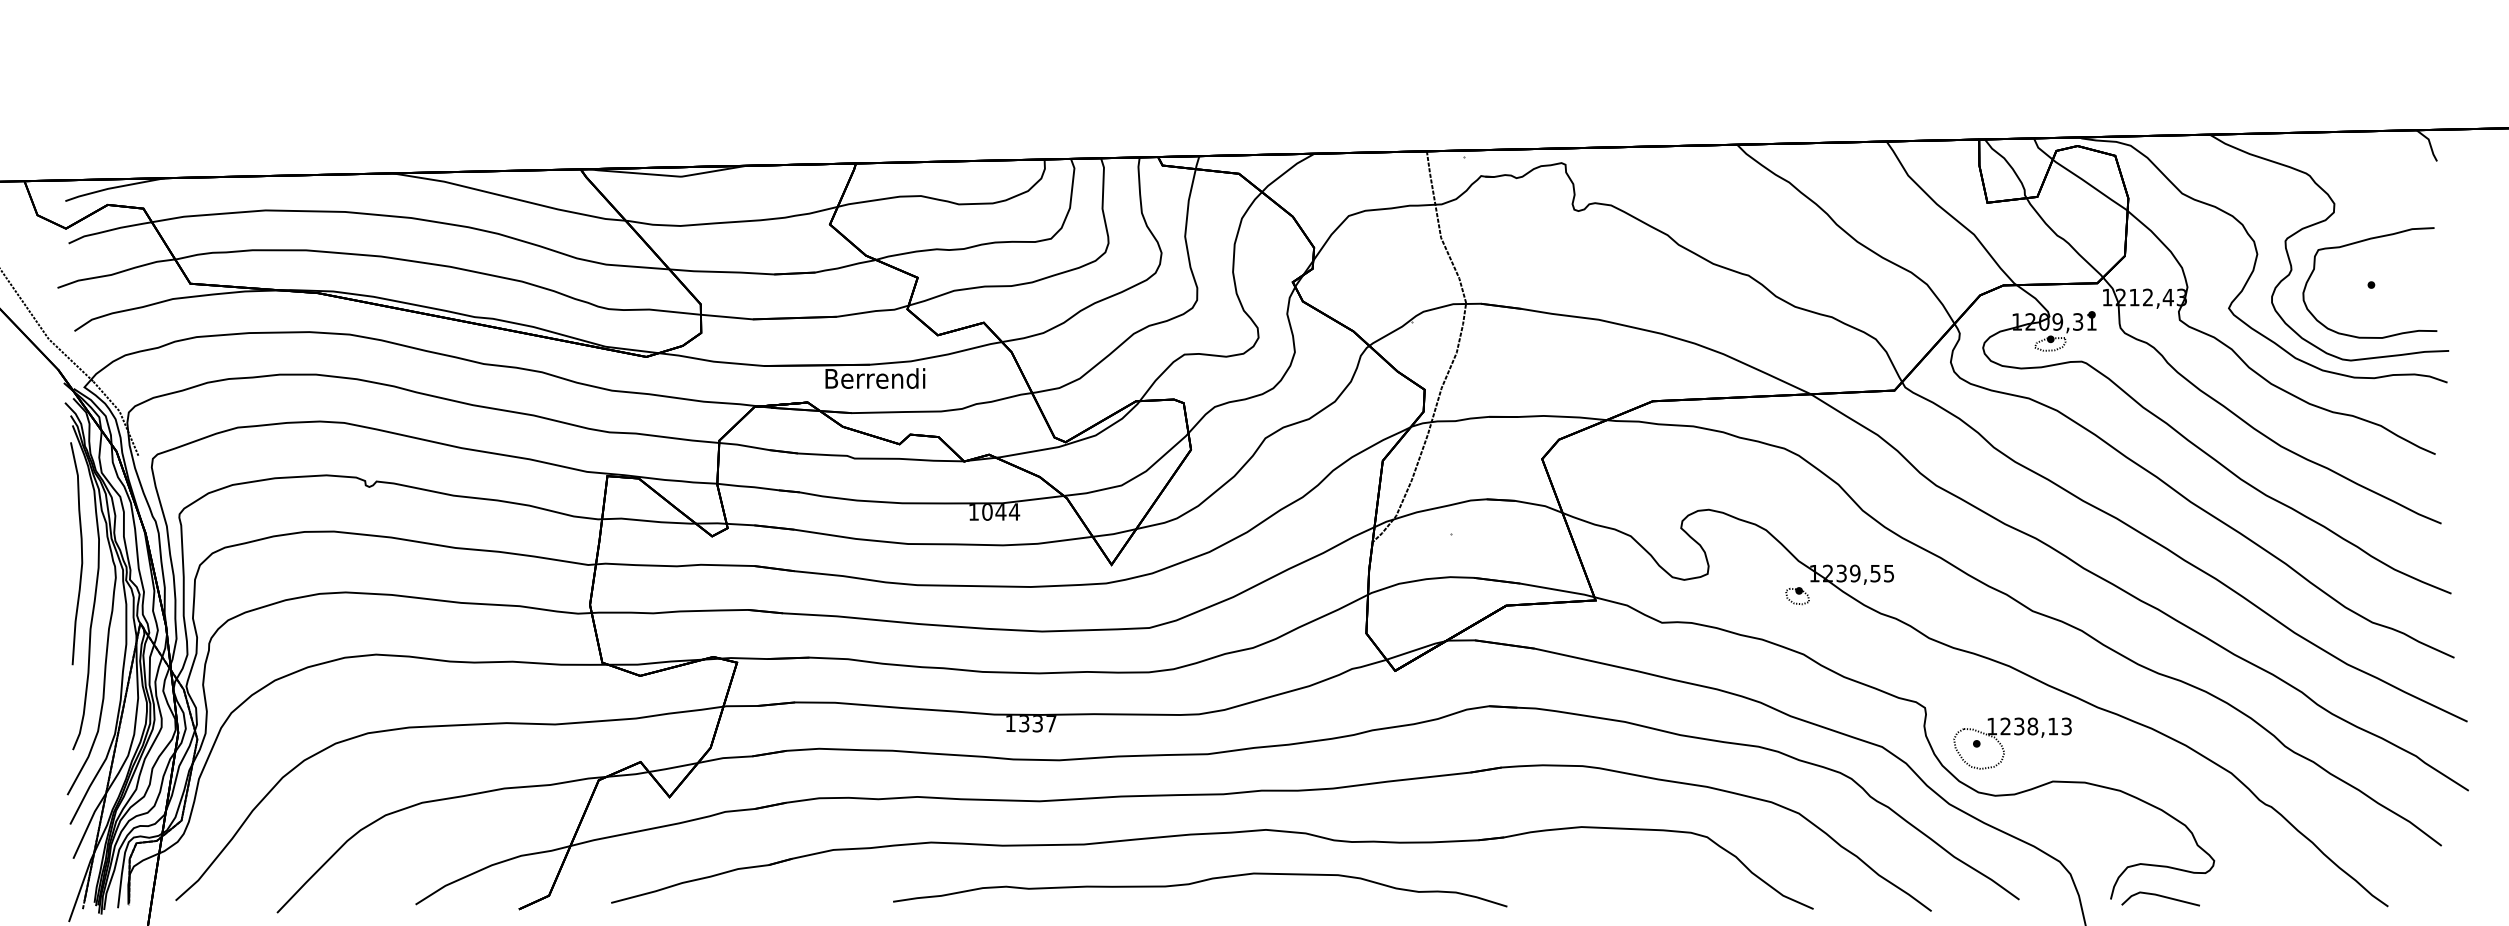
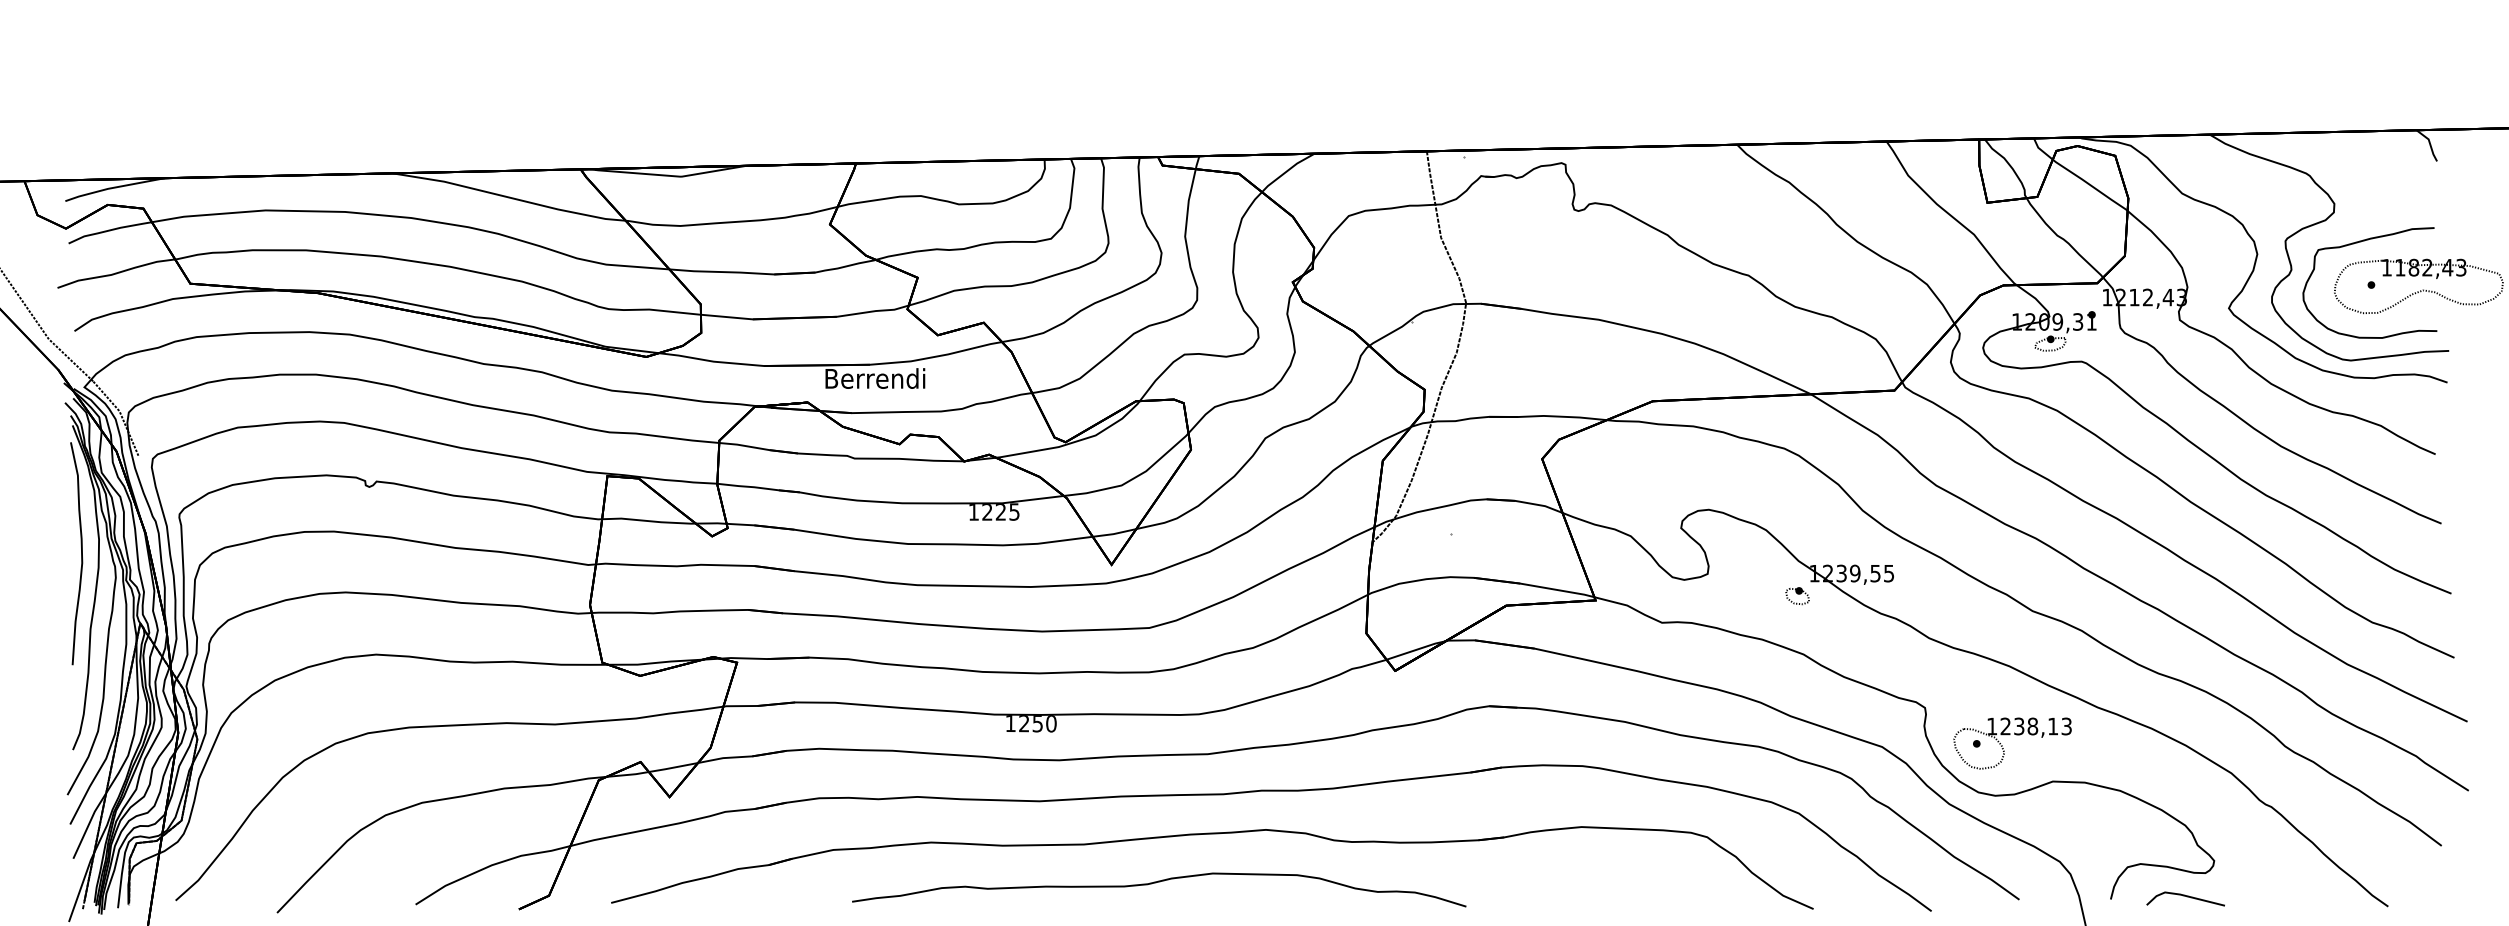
part at (2418, 286): none -> present
text at (1001, 511): 1044 -> 1225
text at (1037, 723): 1337 -> 1250
curve at (1197, 883) position: (1197, 883) -> (1156, 883)
line at (2160, 896) position: (2160, 896) -> (2185, 896)
